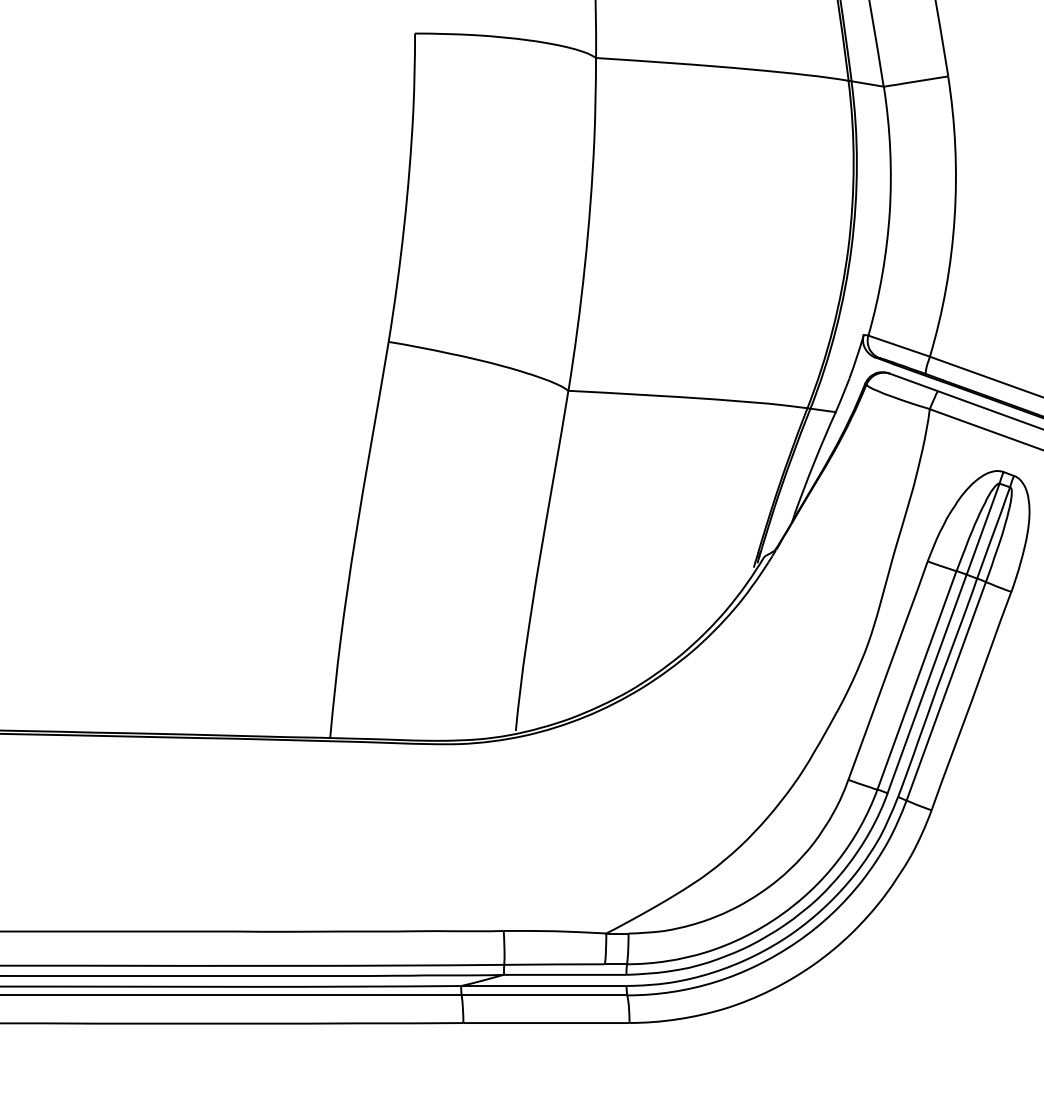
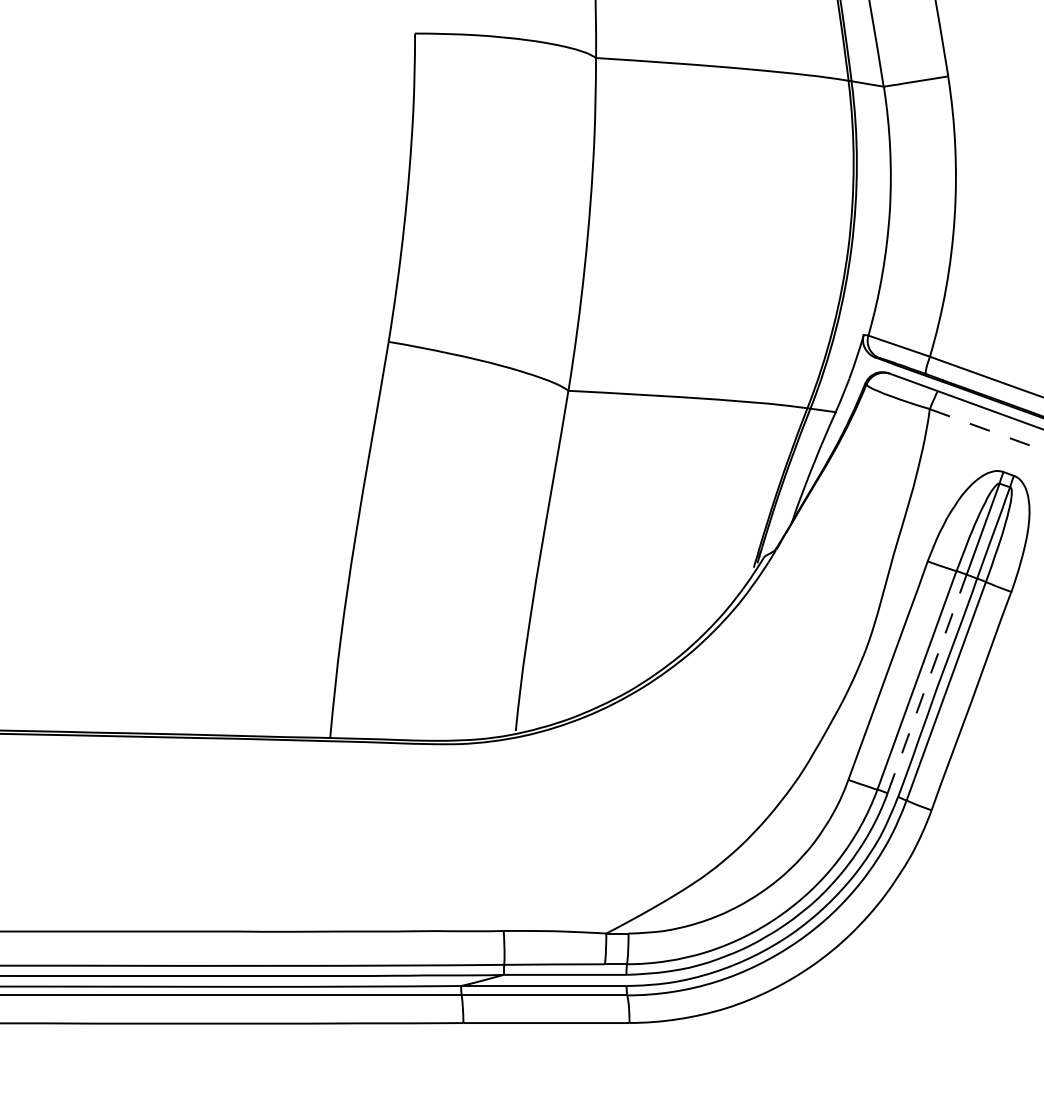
line at (987, 429): solid -> dashed
line at (927, 683): solid -> dashed
